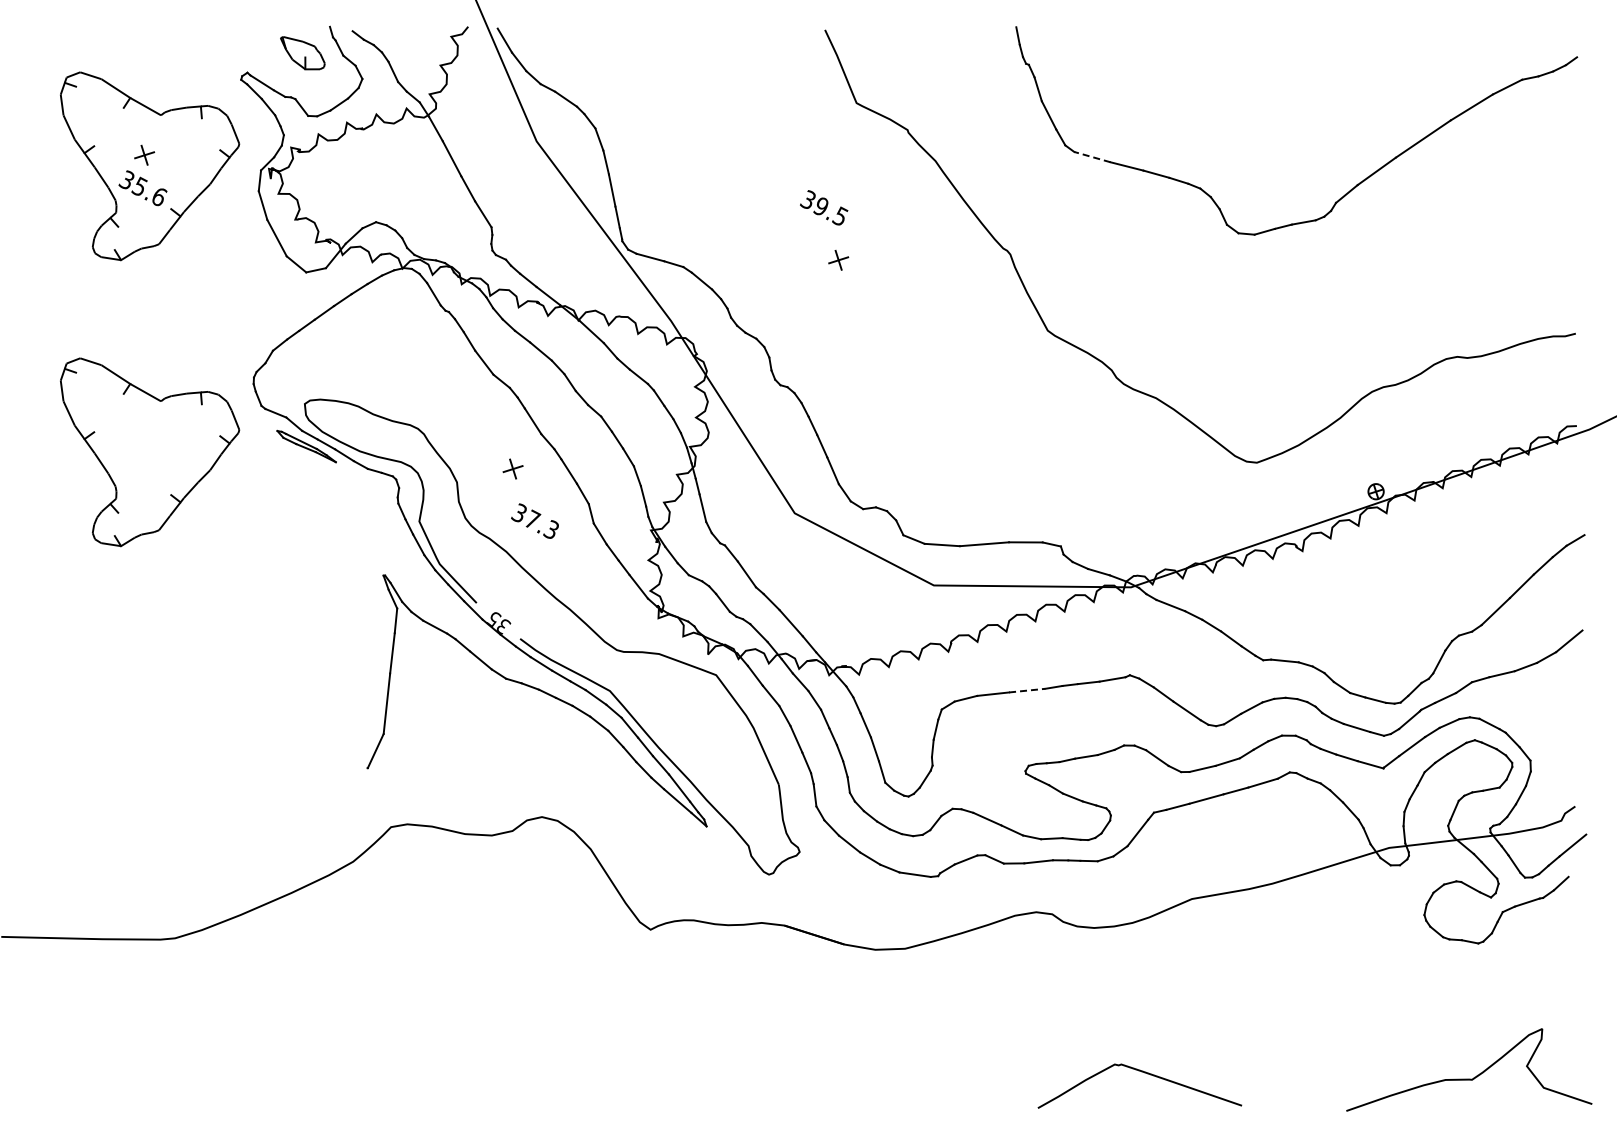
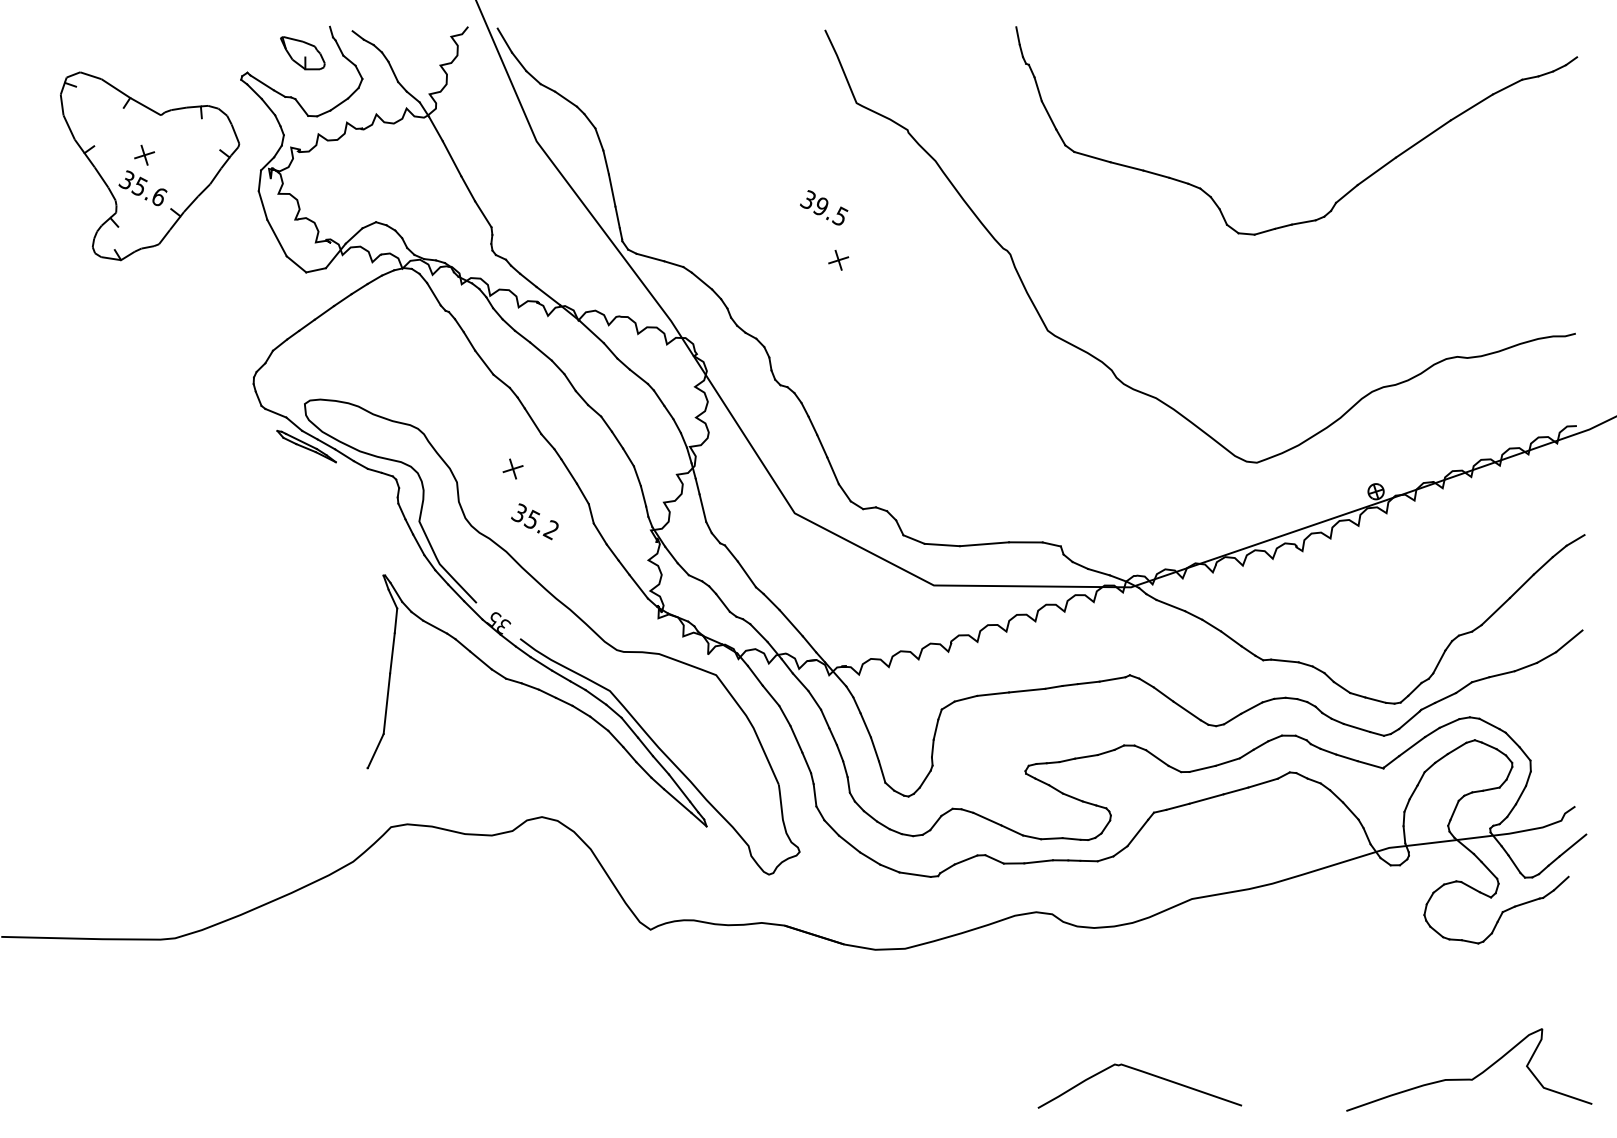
line at (1092, 157): dashed -> solid
part at (150, 452): present -> none
text at (540, 524): 37.3 -> 35.2
line at (1027, 690): dashed -> solid
